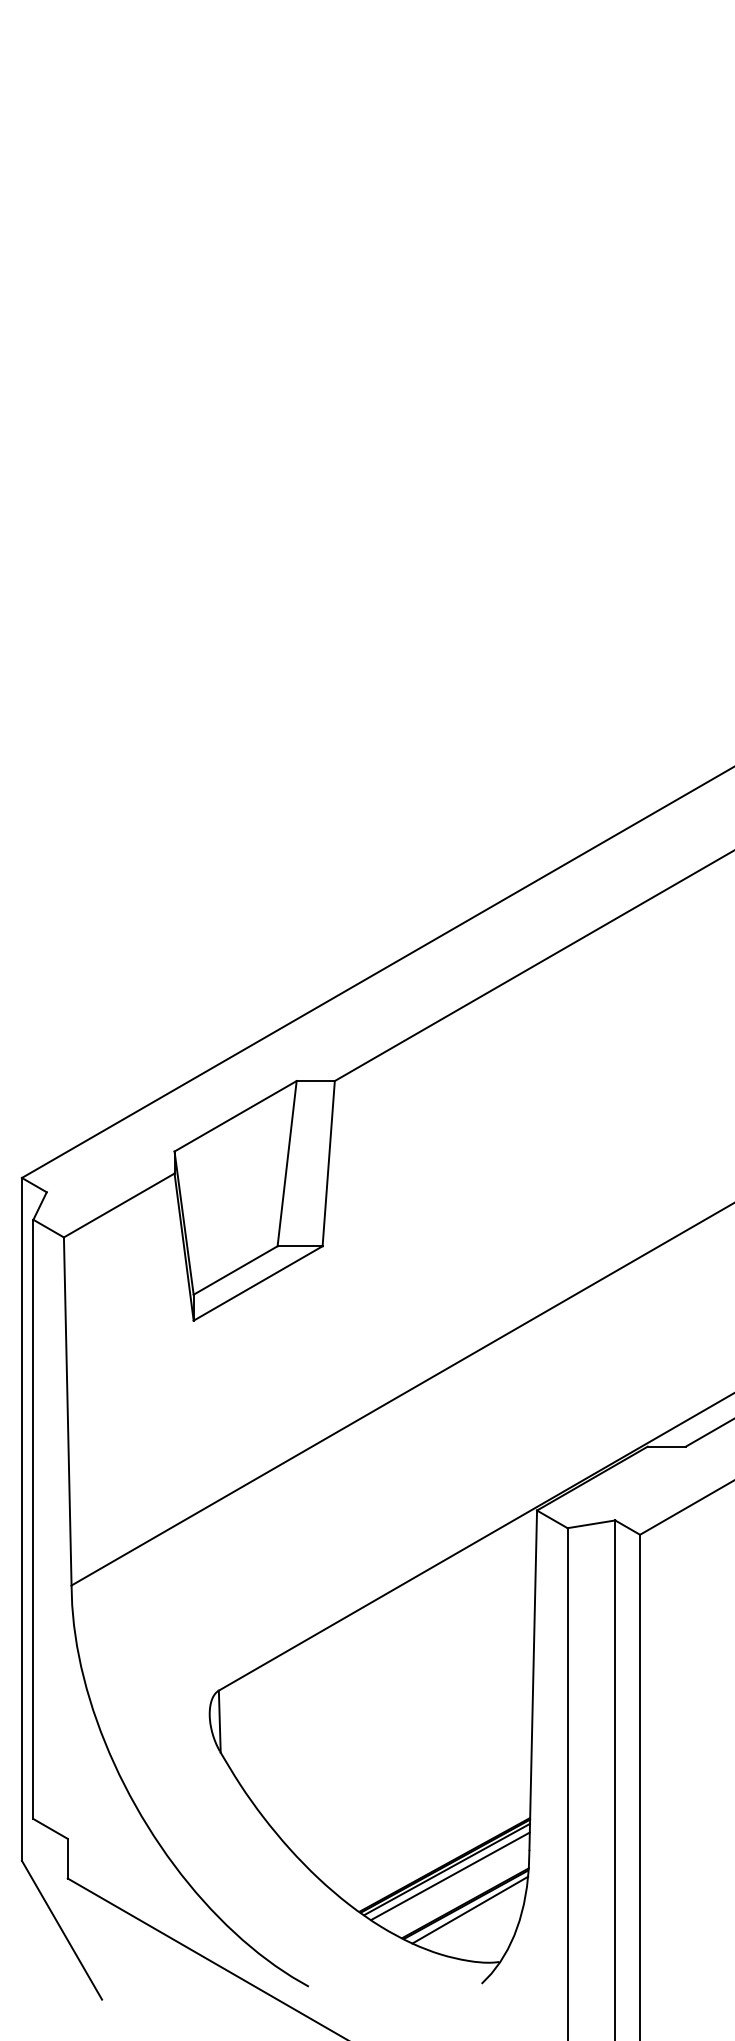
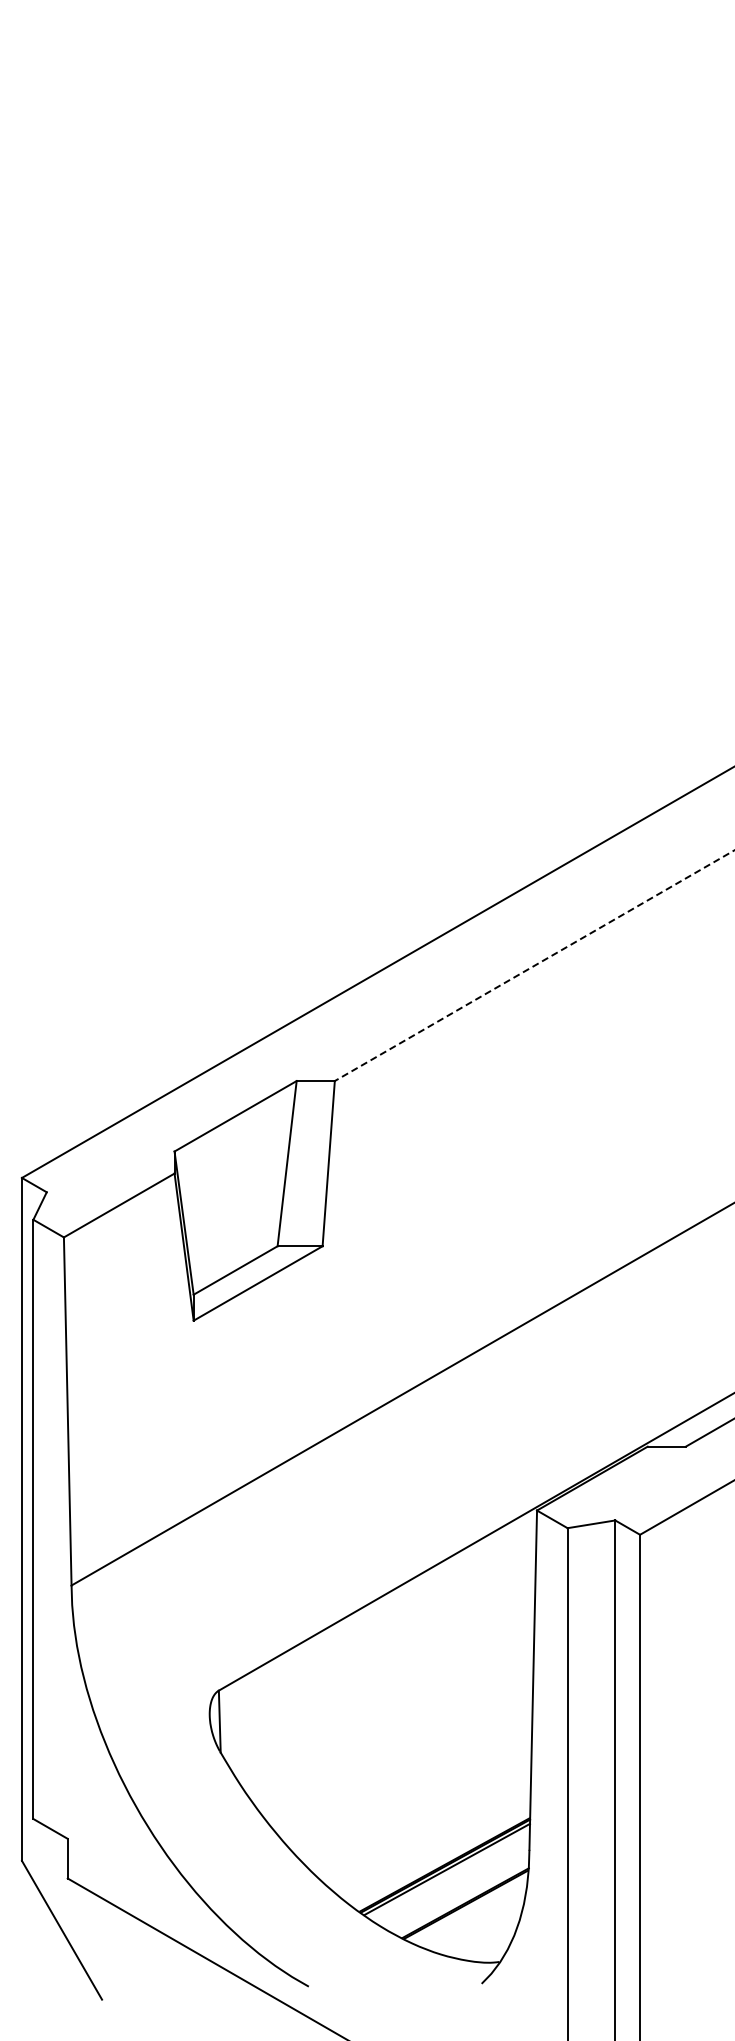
line at (534, 965): solid -> dashed
line at (450, 1875): present -> none
line at (470, 1909): present -> none
